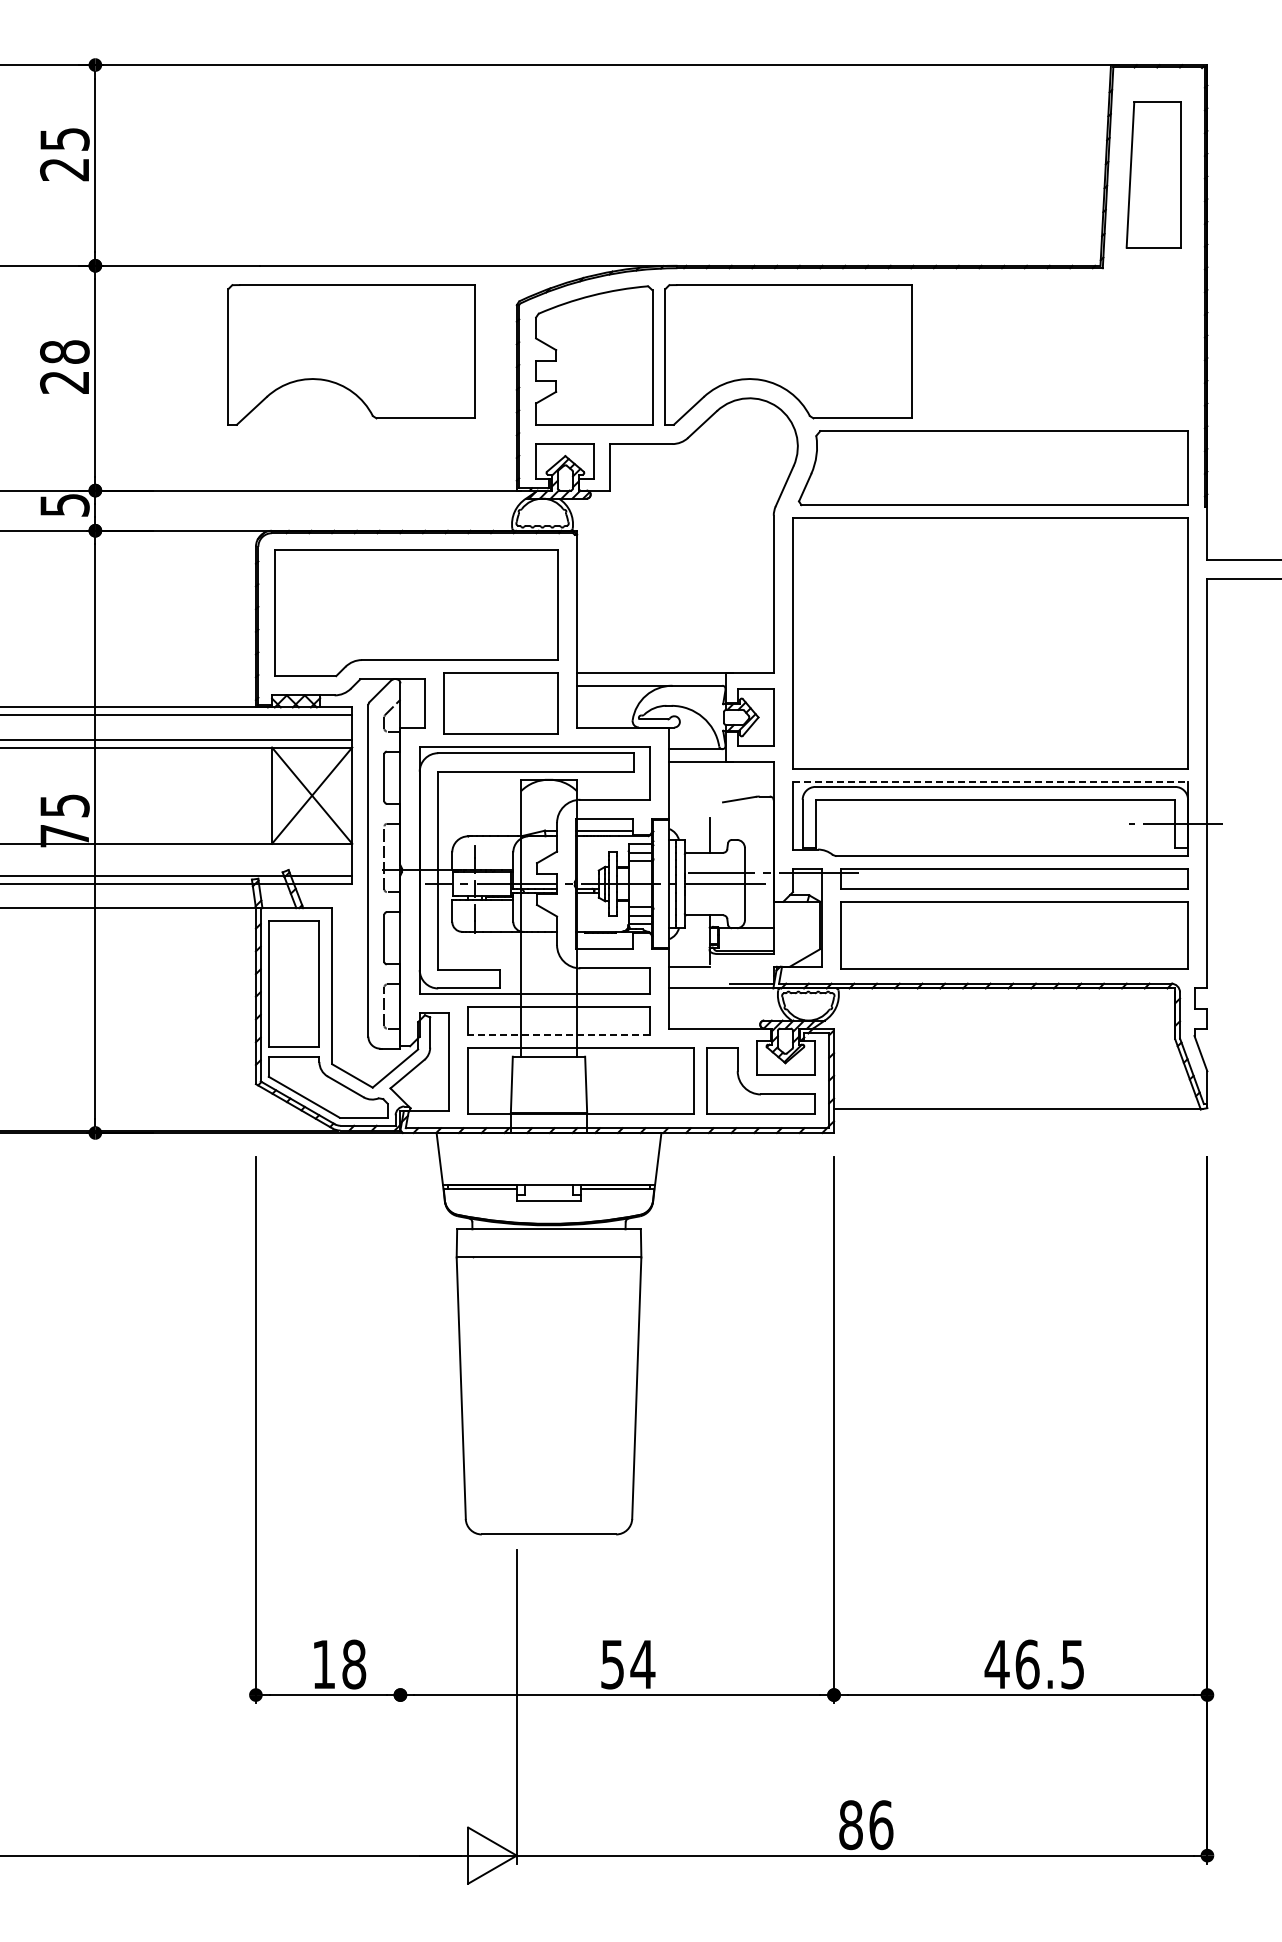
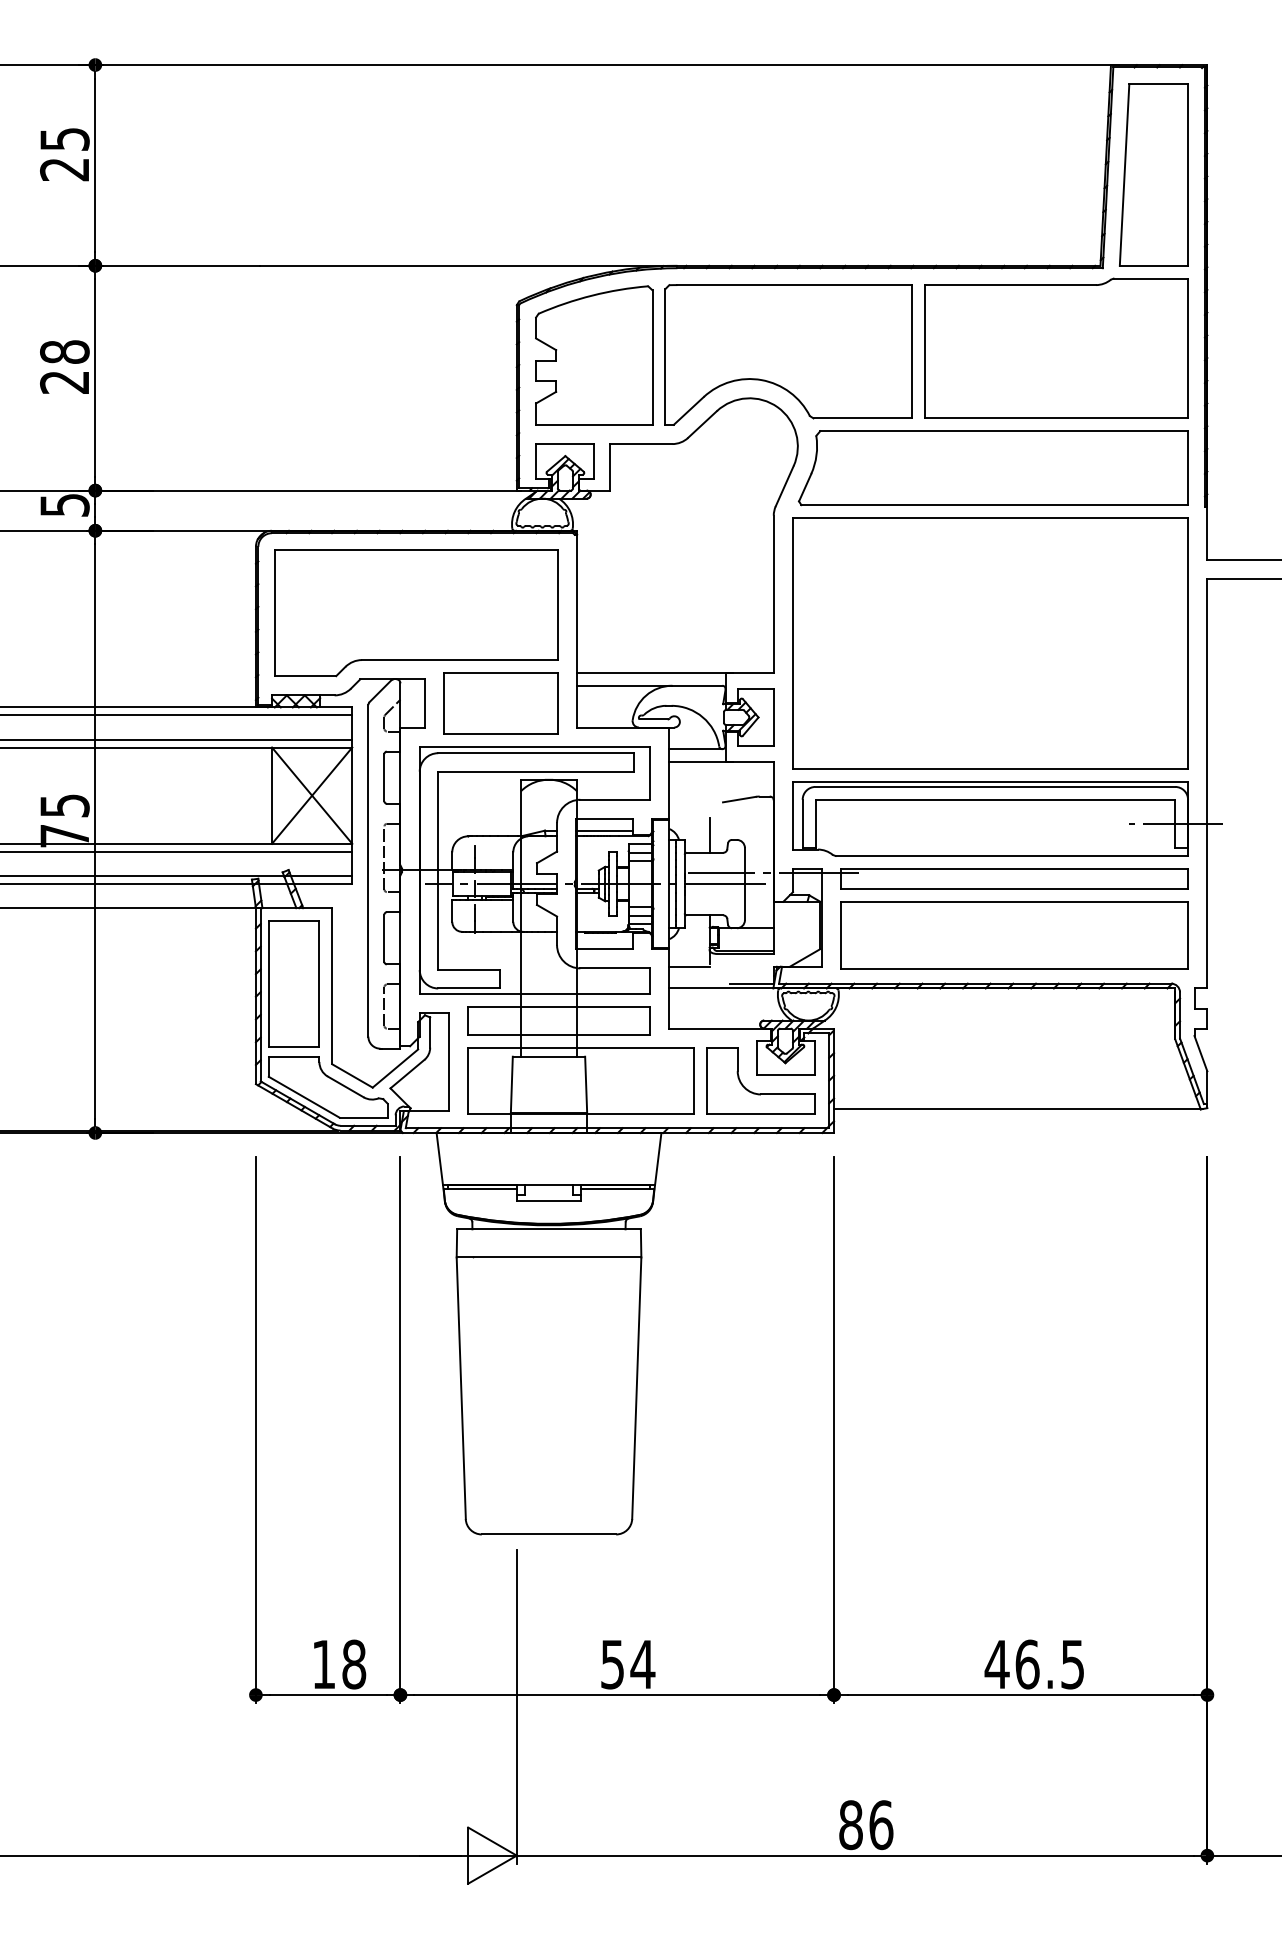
part at (1153, 174) size: 57x148 px -> 70x184 px
part at (1056, 347): none -> present
part at (351, 354): present -> none
line at (990, 782): dashed -> solid
line at (177, 851): none -> present
line at (558, 1035): dashed -> solid
line at (400, 1430): none -> present
line at (1242, 1855): none -> present
